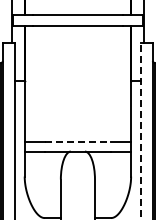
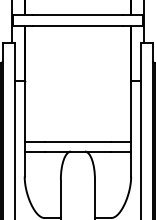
line at (140, 131): dashed -> solid
line at (78, 141): dashed -> solid
